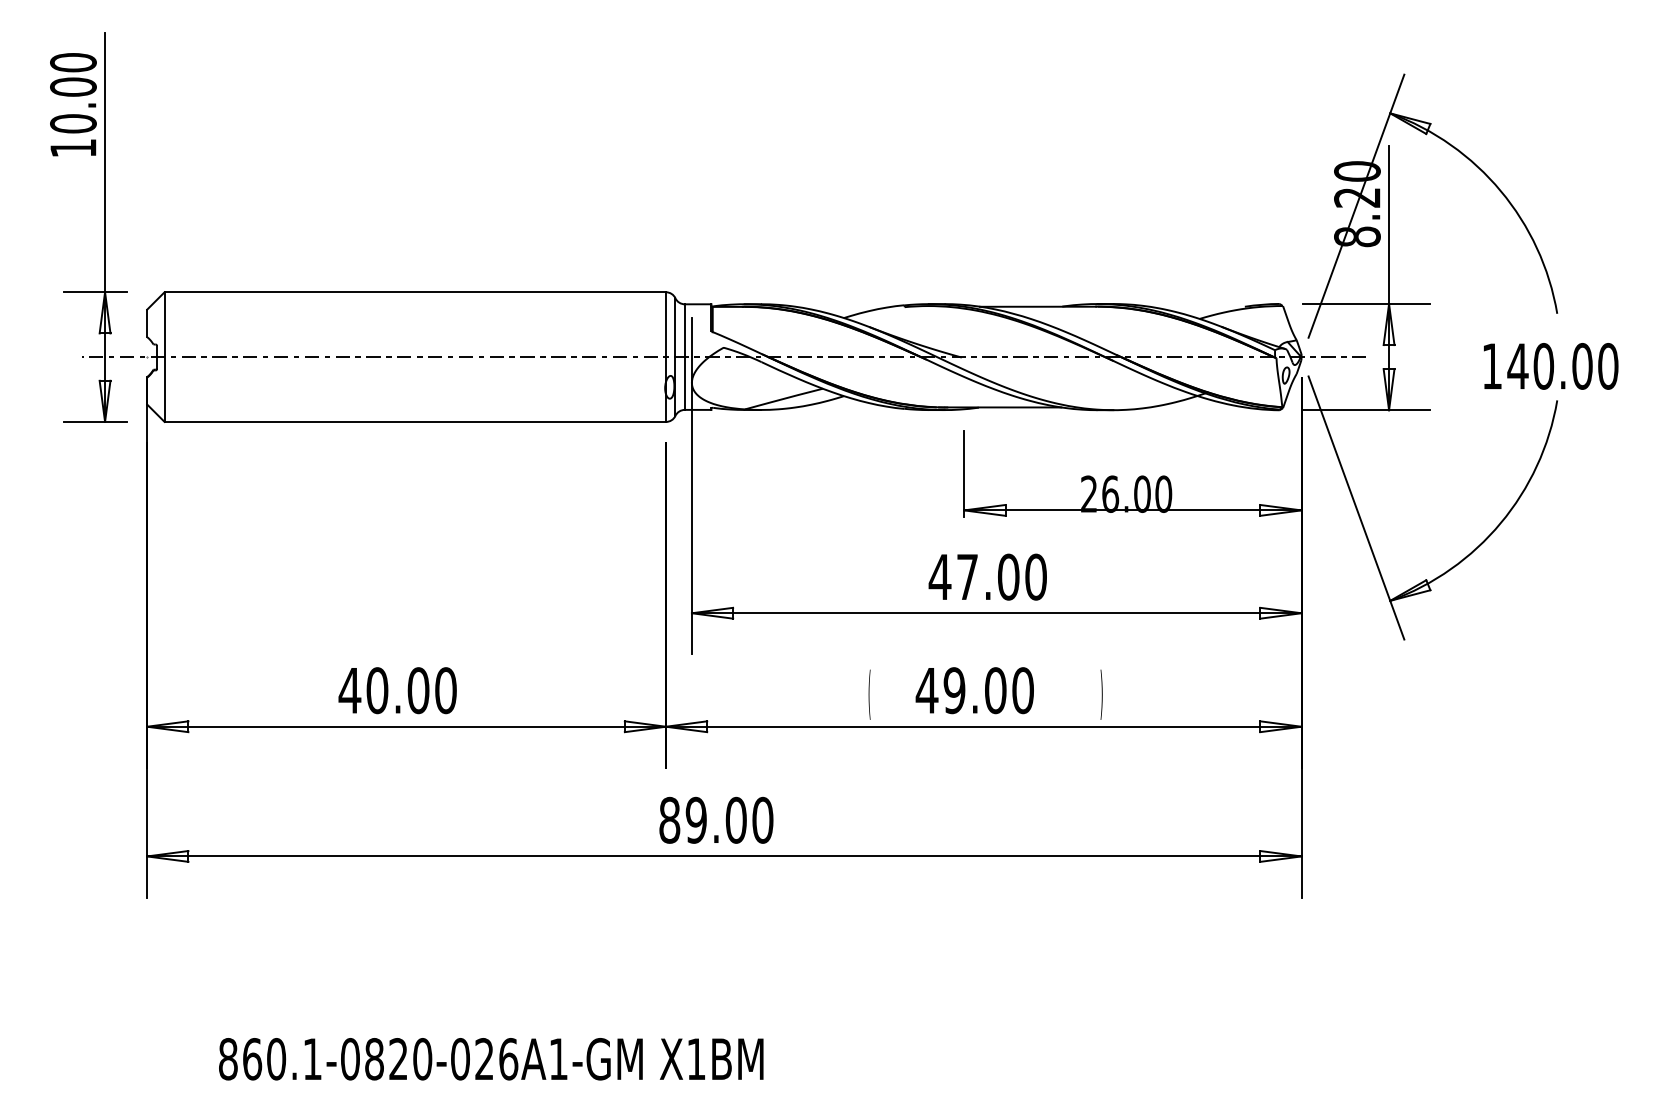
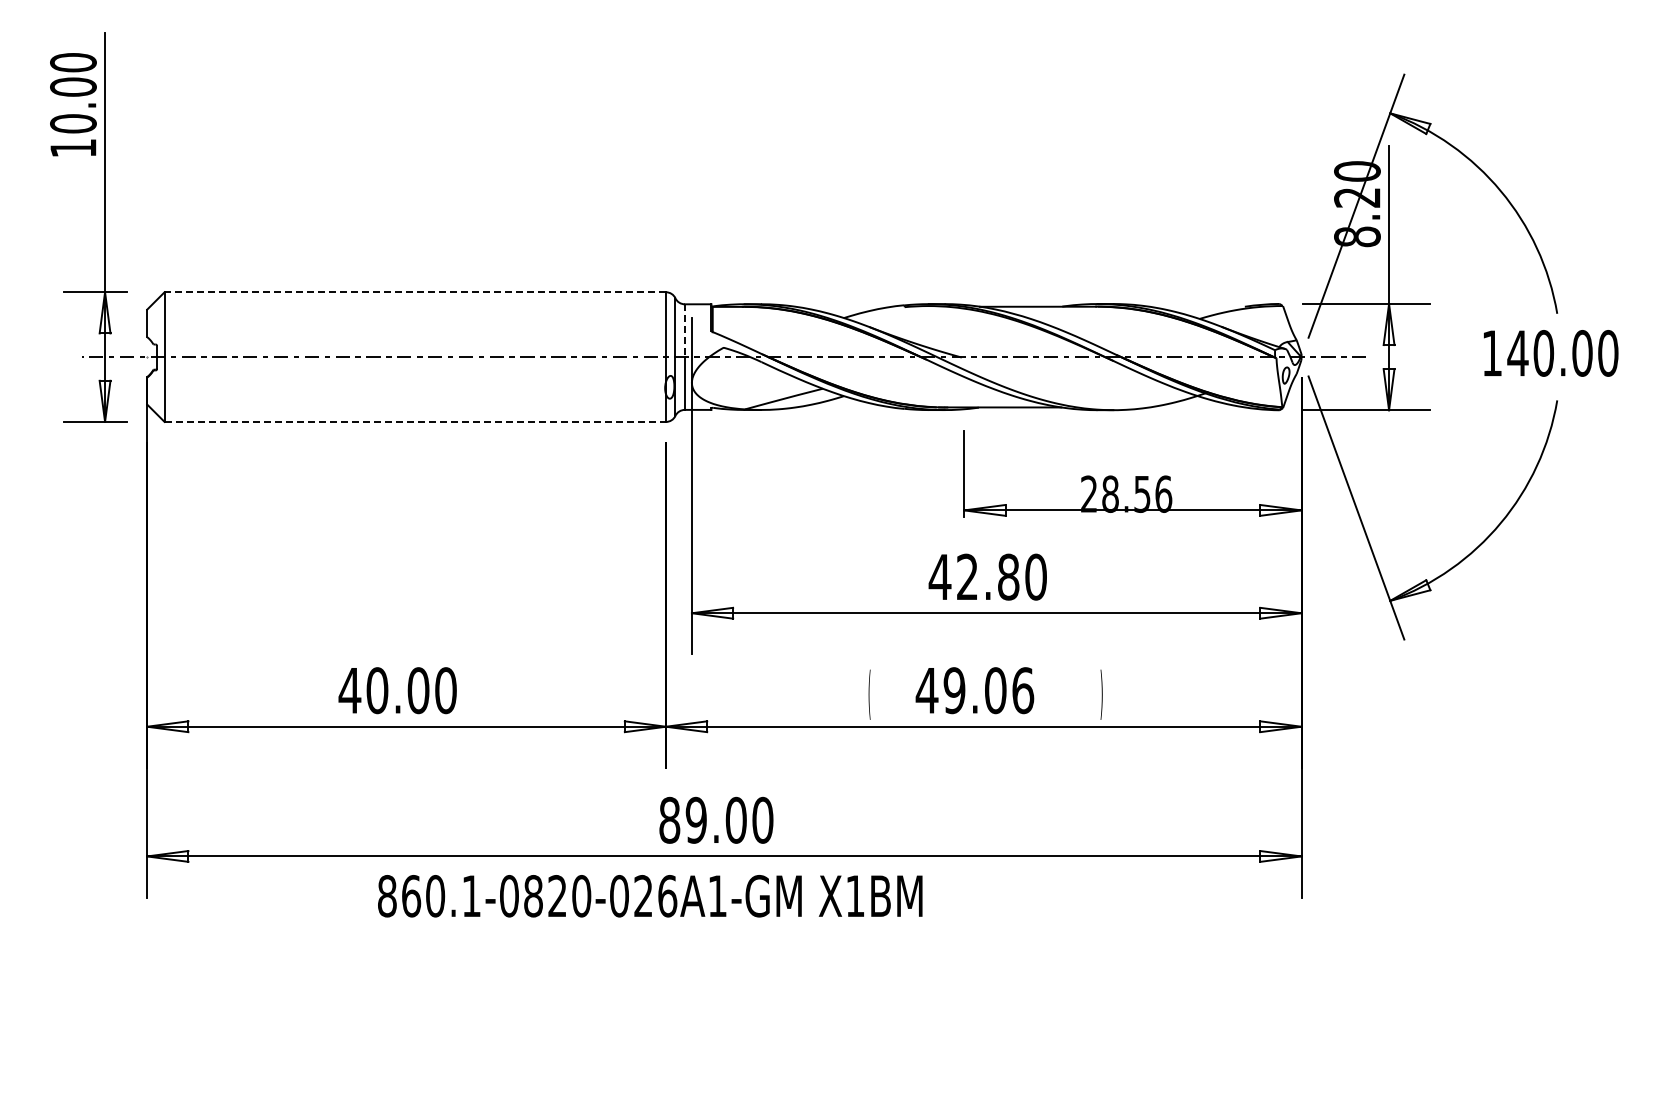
line at (415, 292): solid -> dashed
line at (684, 331): solid -> dashed
text at (1551, 366) position: (1551, 366) -> (1551, 353)
line at (415, 421): solid -> dashed
text at (1137, 493): 26.00 -> 28.56
text at (988, 576): 47.00 -> 42.80
text at (1023, 690): 49.00 -> 49.06
text at (491, 1059) position: (491, 1059) -> (650, 896)
